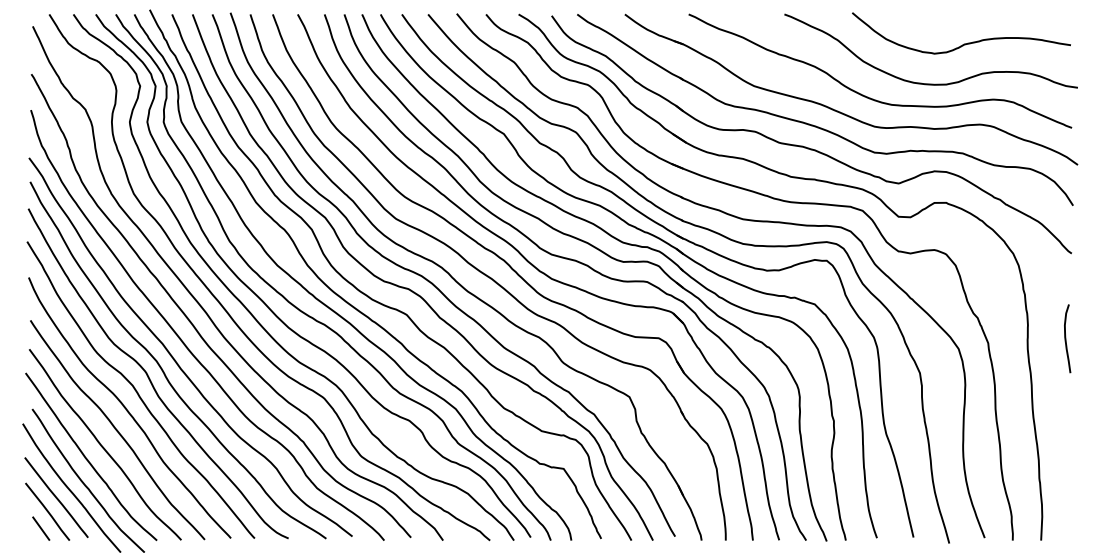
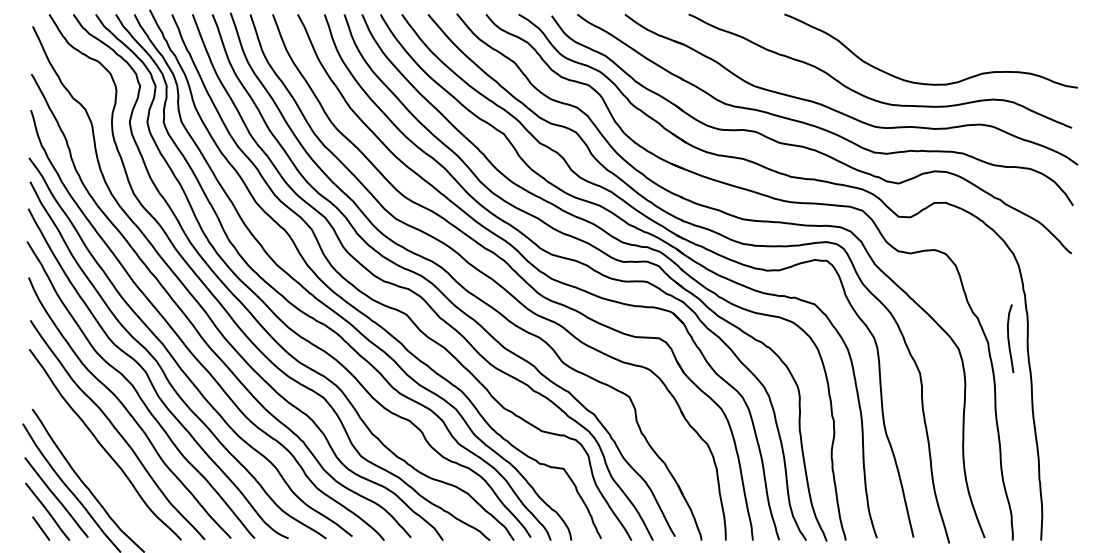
curve at (964, 43): present -> none
curve at (1066, 338) position: (1066, 338) -> (1009, 338)
curve at (88, 459): present -> none
